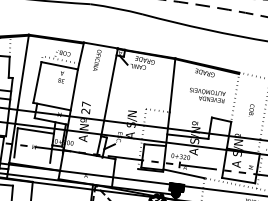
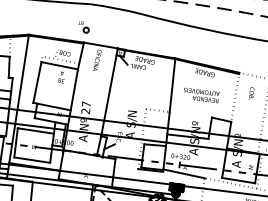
part at (83, 27): none -> present
text at (207, 95) position: (207, 95) -> (201, 95)
text at (251, 110) position: (251, 110) -> (251, 93)
line at (32, 159): none -> present
